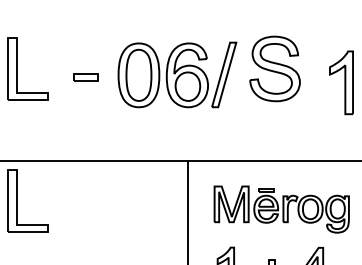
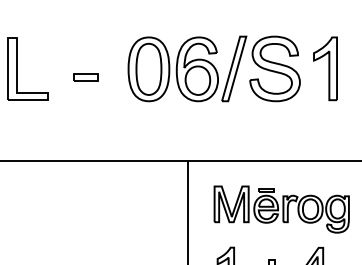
part at (177, 74) position: (177, 74) -> (187, 68)
part at (341, 82) position: (341, 82) -> (325, 68)
part at (17, 200): present -> none
